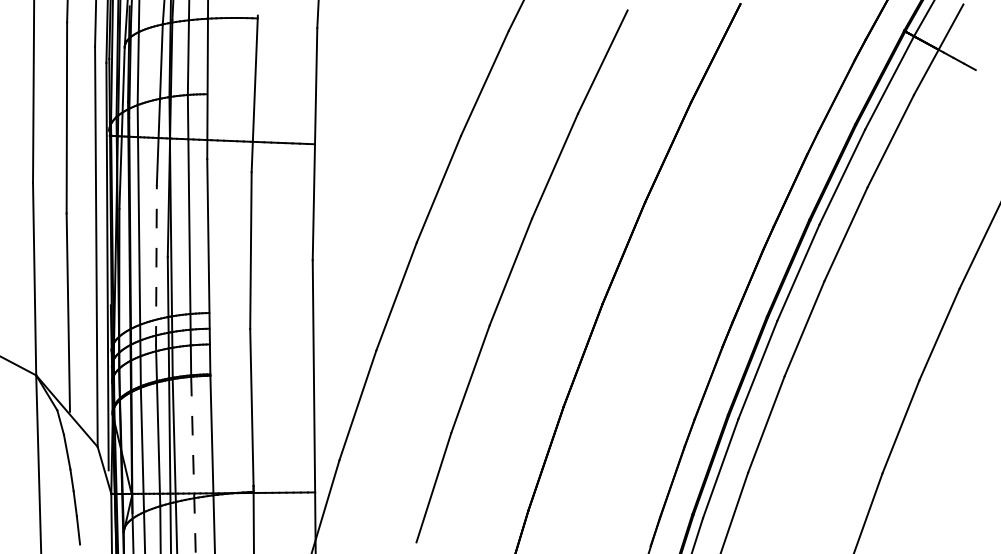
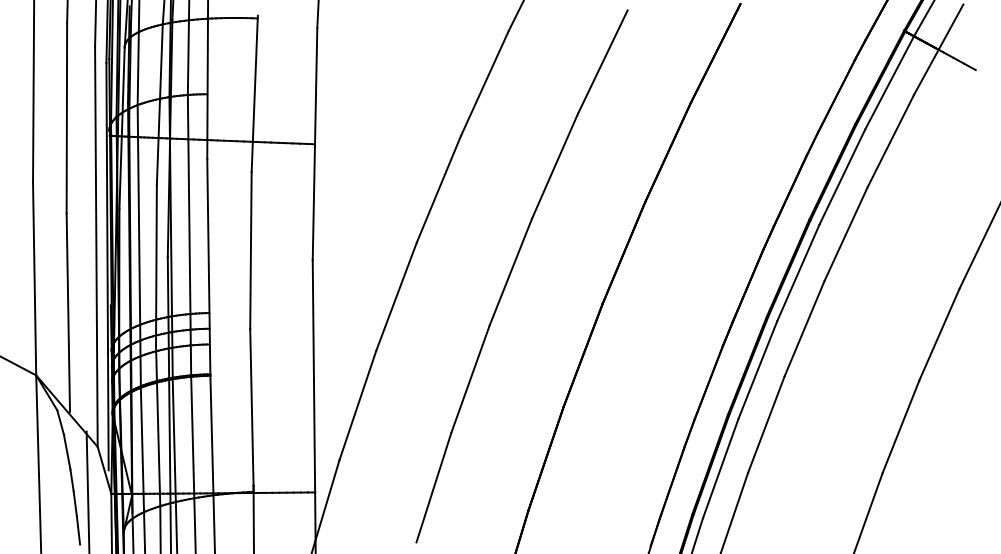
line at (156, 264): dashed -> solid
line at (193, 465): dashed -> solid
line at (87, 490): none -> present
